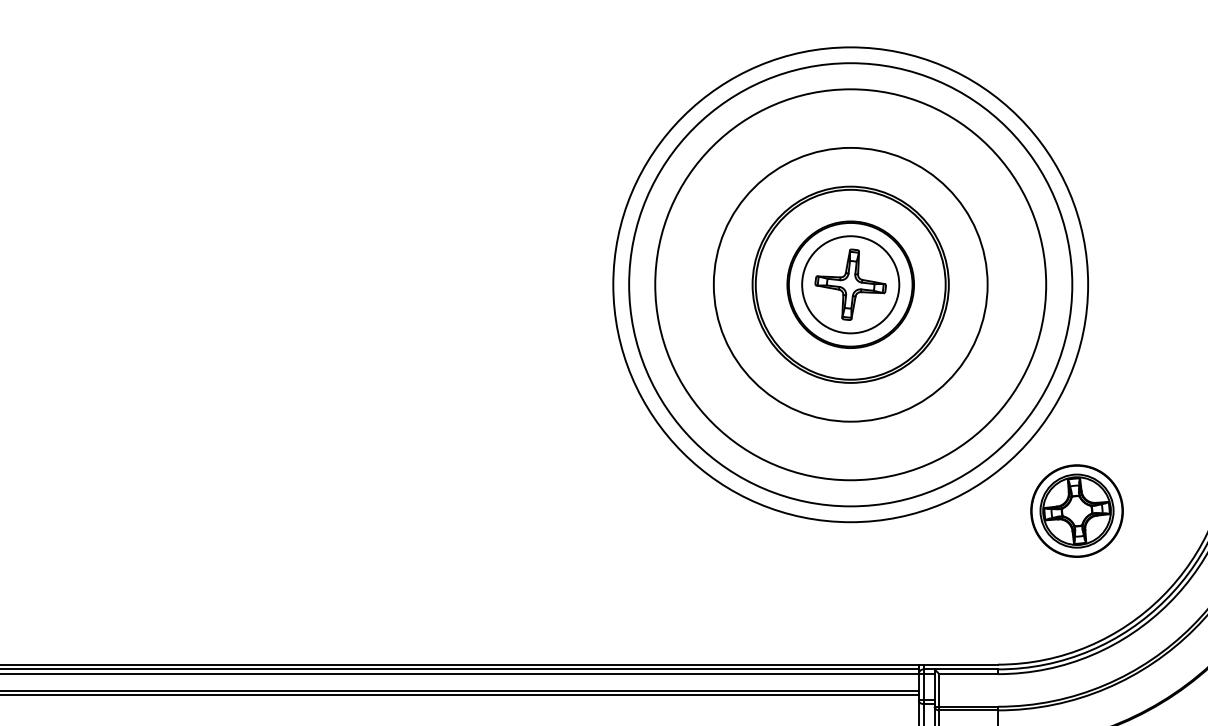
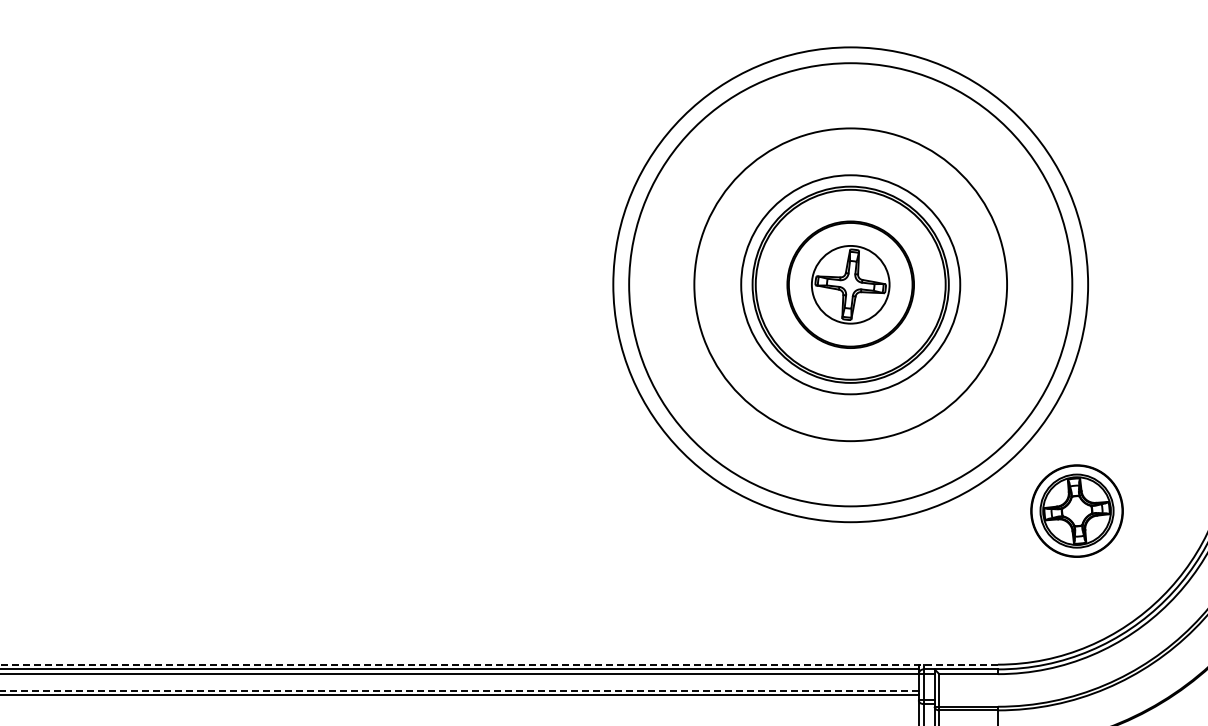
circle at (850, 284) diameter: 274 px -> 219 px
circle at (850, 284) diameter: 391 px -> 313 px
circle at (850, 284) diameter: 97 px -> 78 px
line at (499, 664): solid -> dashed
line at (459, 690): solid -> dashed
